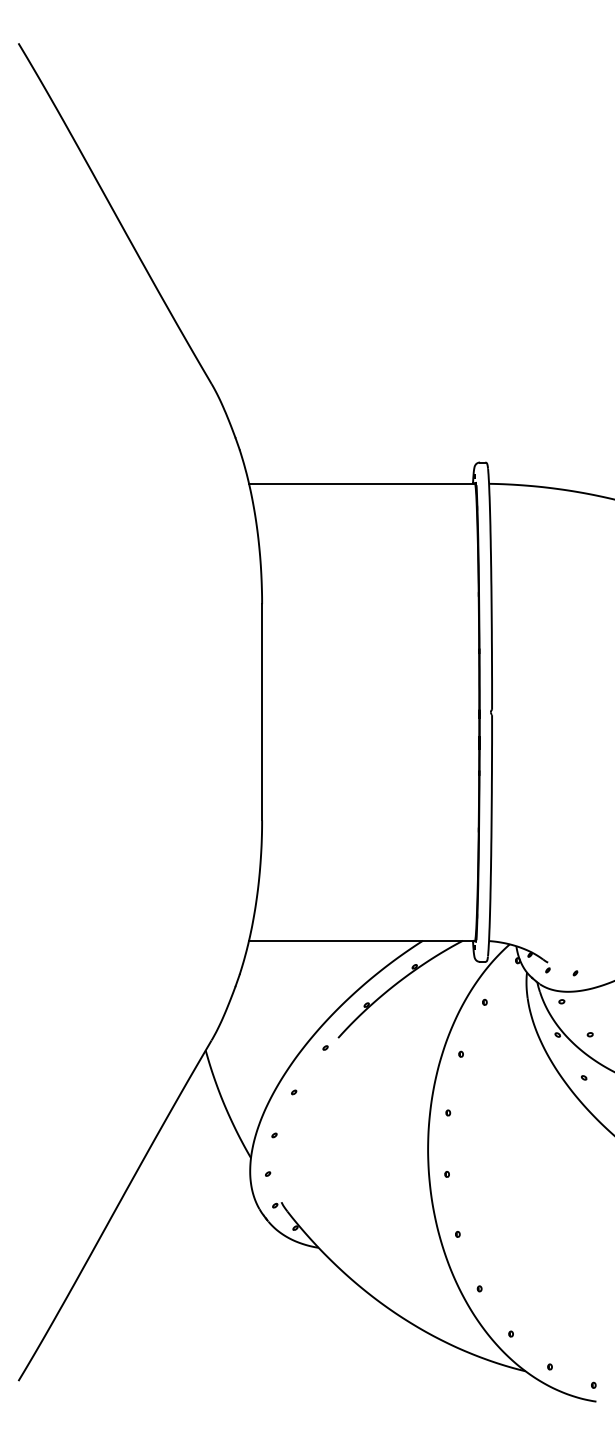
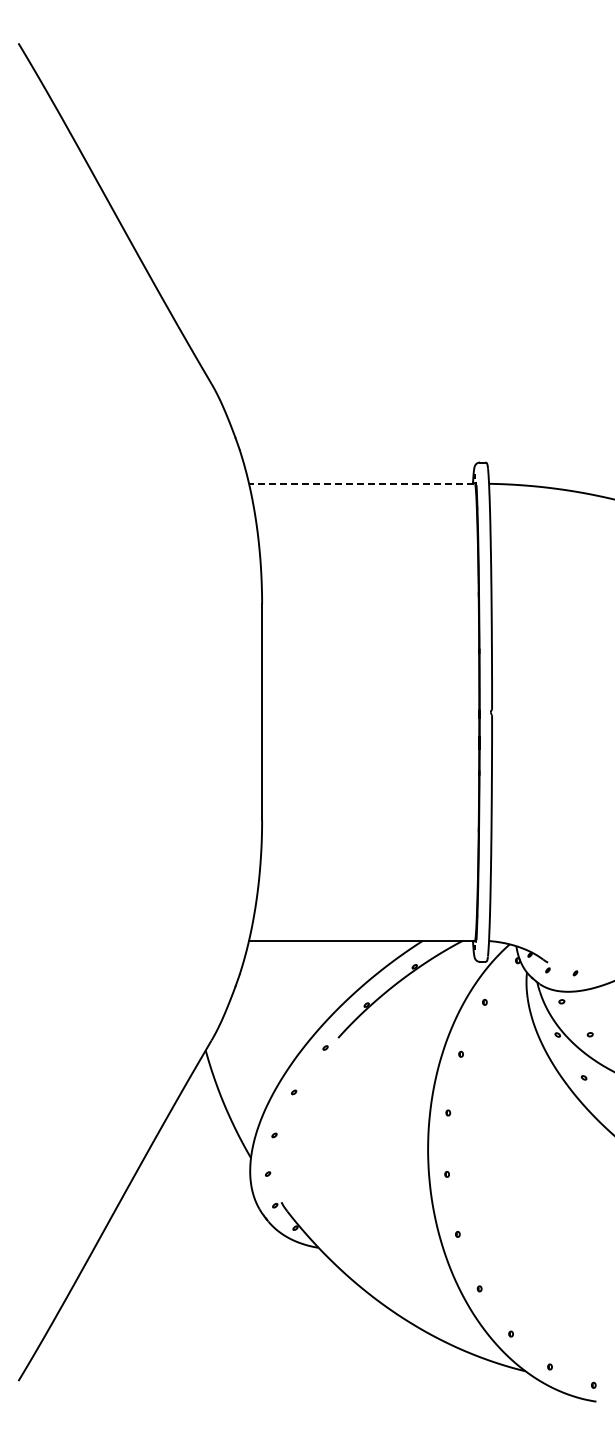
line at (360, 483): solid -> dashed
